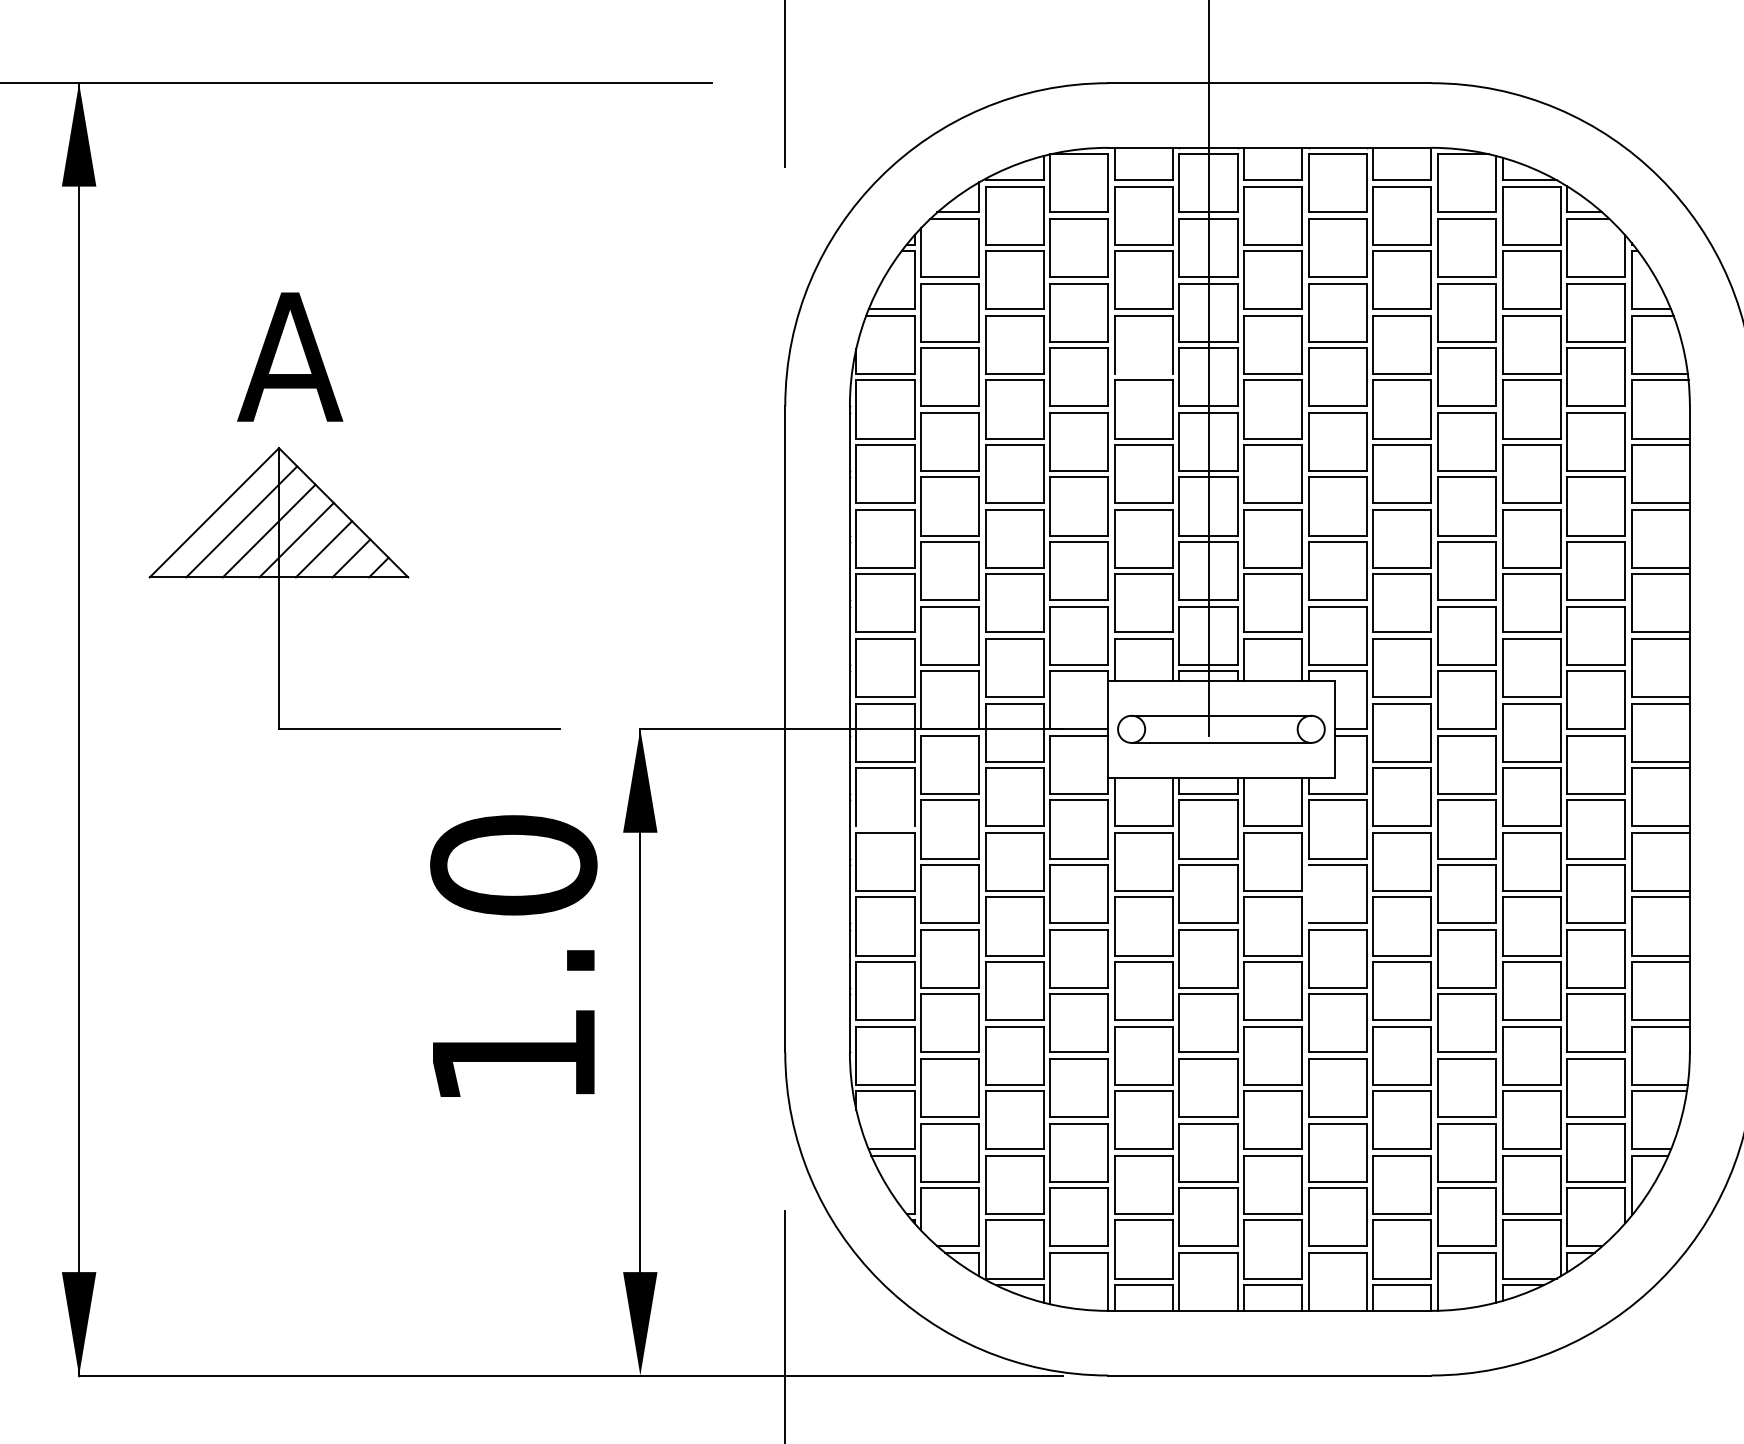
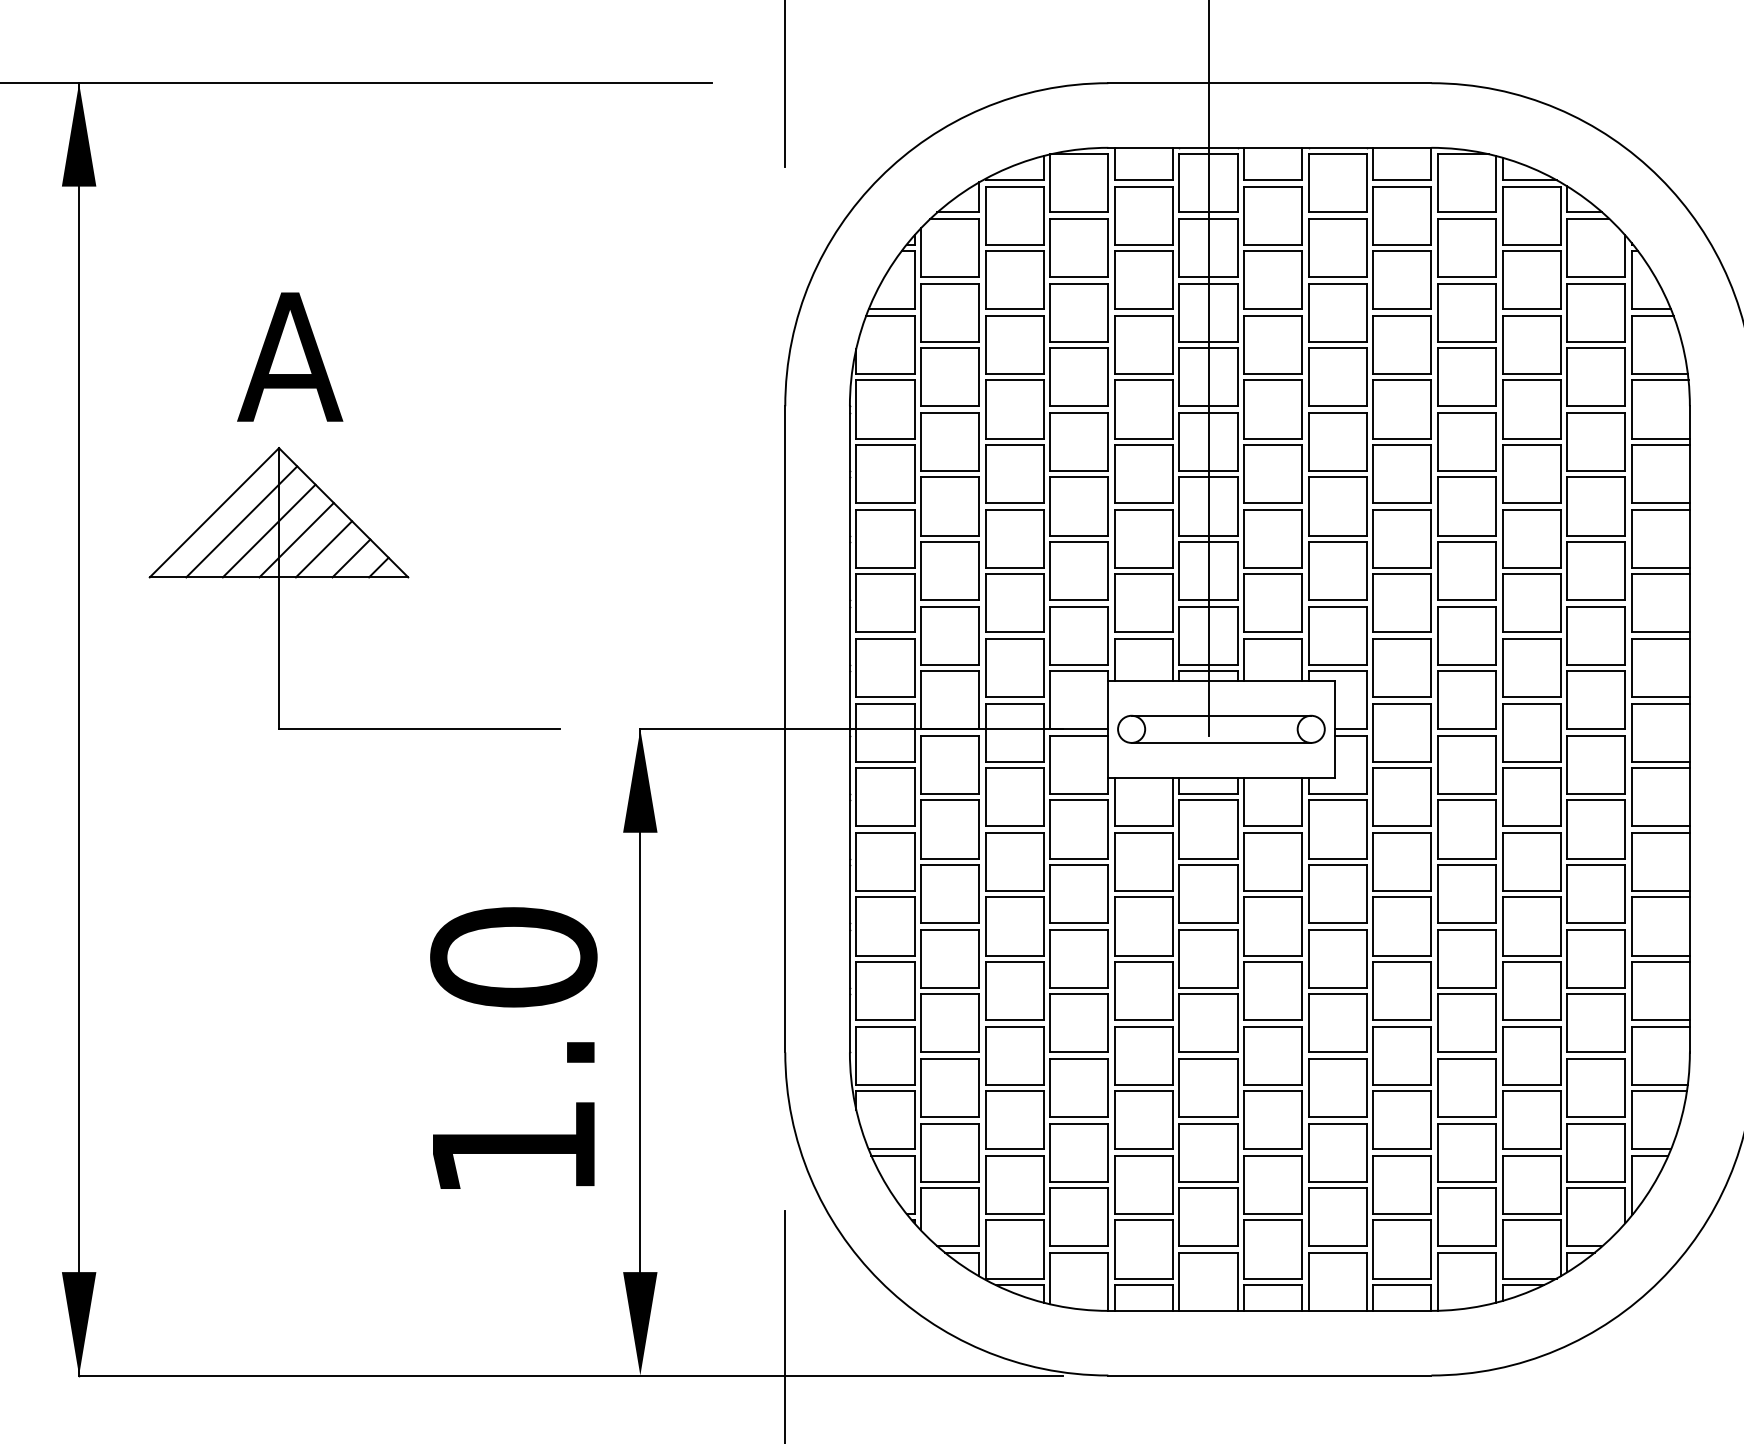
line at (1143, 373): none -> present
line at (885, 826): none -> present
line at (1308, 894): none -> present
text at (513, 955) position: (513, 955) -> (513, 1047)
